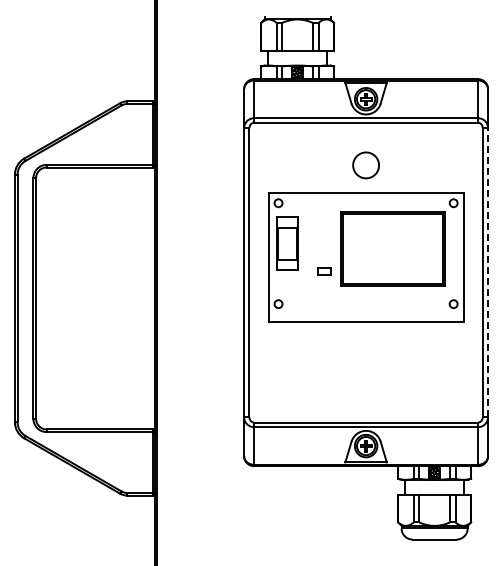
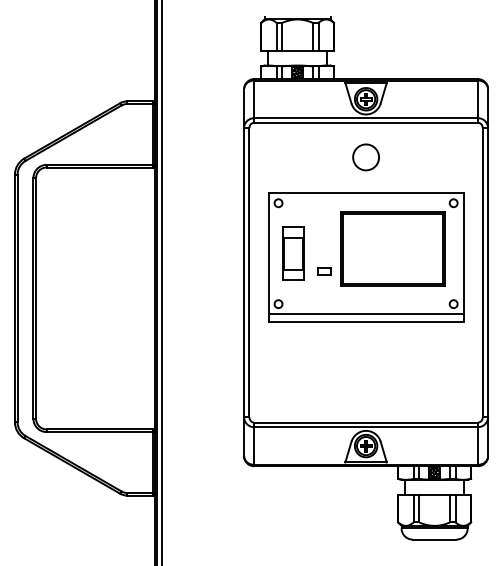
circle at (365, 165) position: (365, 165) -> (365, 157)
part at (287, 243) position: (287, 243) -> (293, 253)
line at (488, 272): dashed -> solid
line at (162, 282): none -> present
line at (365, 314): none -> present
